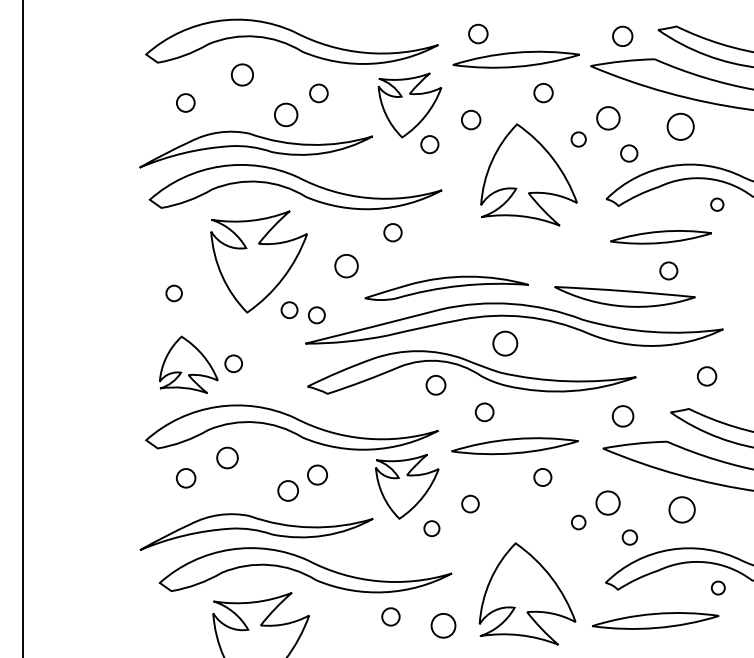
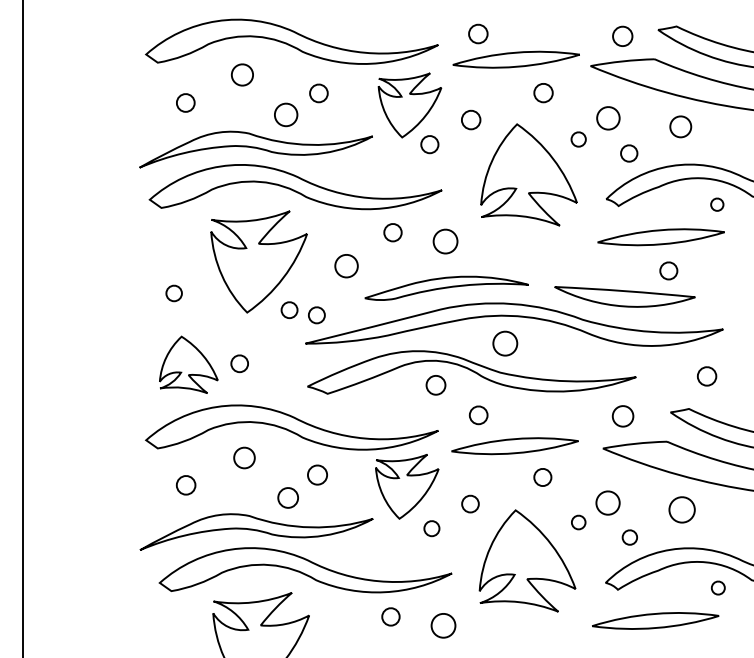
part at (680, 126) size: 29x29 px -> 24x24 px
part at (660, 237) size: 102x15 px -> 128x19 px
part at (445, 241): none -> present
part at (233, 363) position: (233, 363) -> (239, 363)
part at (484, 412) position: (484, 412) -> (478, 415)
part at (227, 457) position: (227, 457) -> (244, 457)
part at (185, 478) position: (185, 478) -> (185, 485)
part at (287, 490) position: (287, 490) -> (287, 497)
part at (527, 593) position: (527, 593) -> (527, 560)
